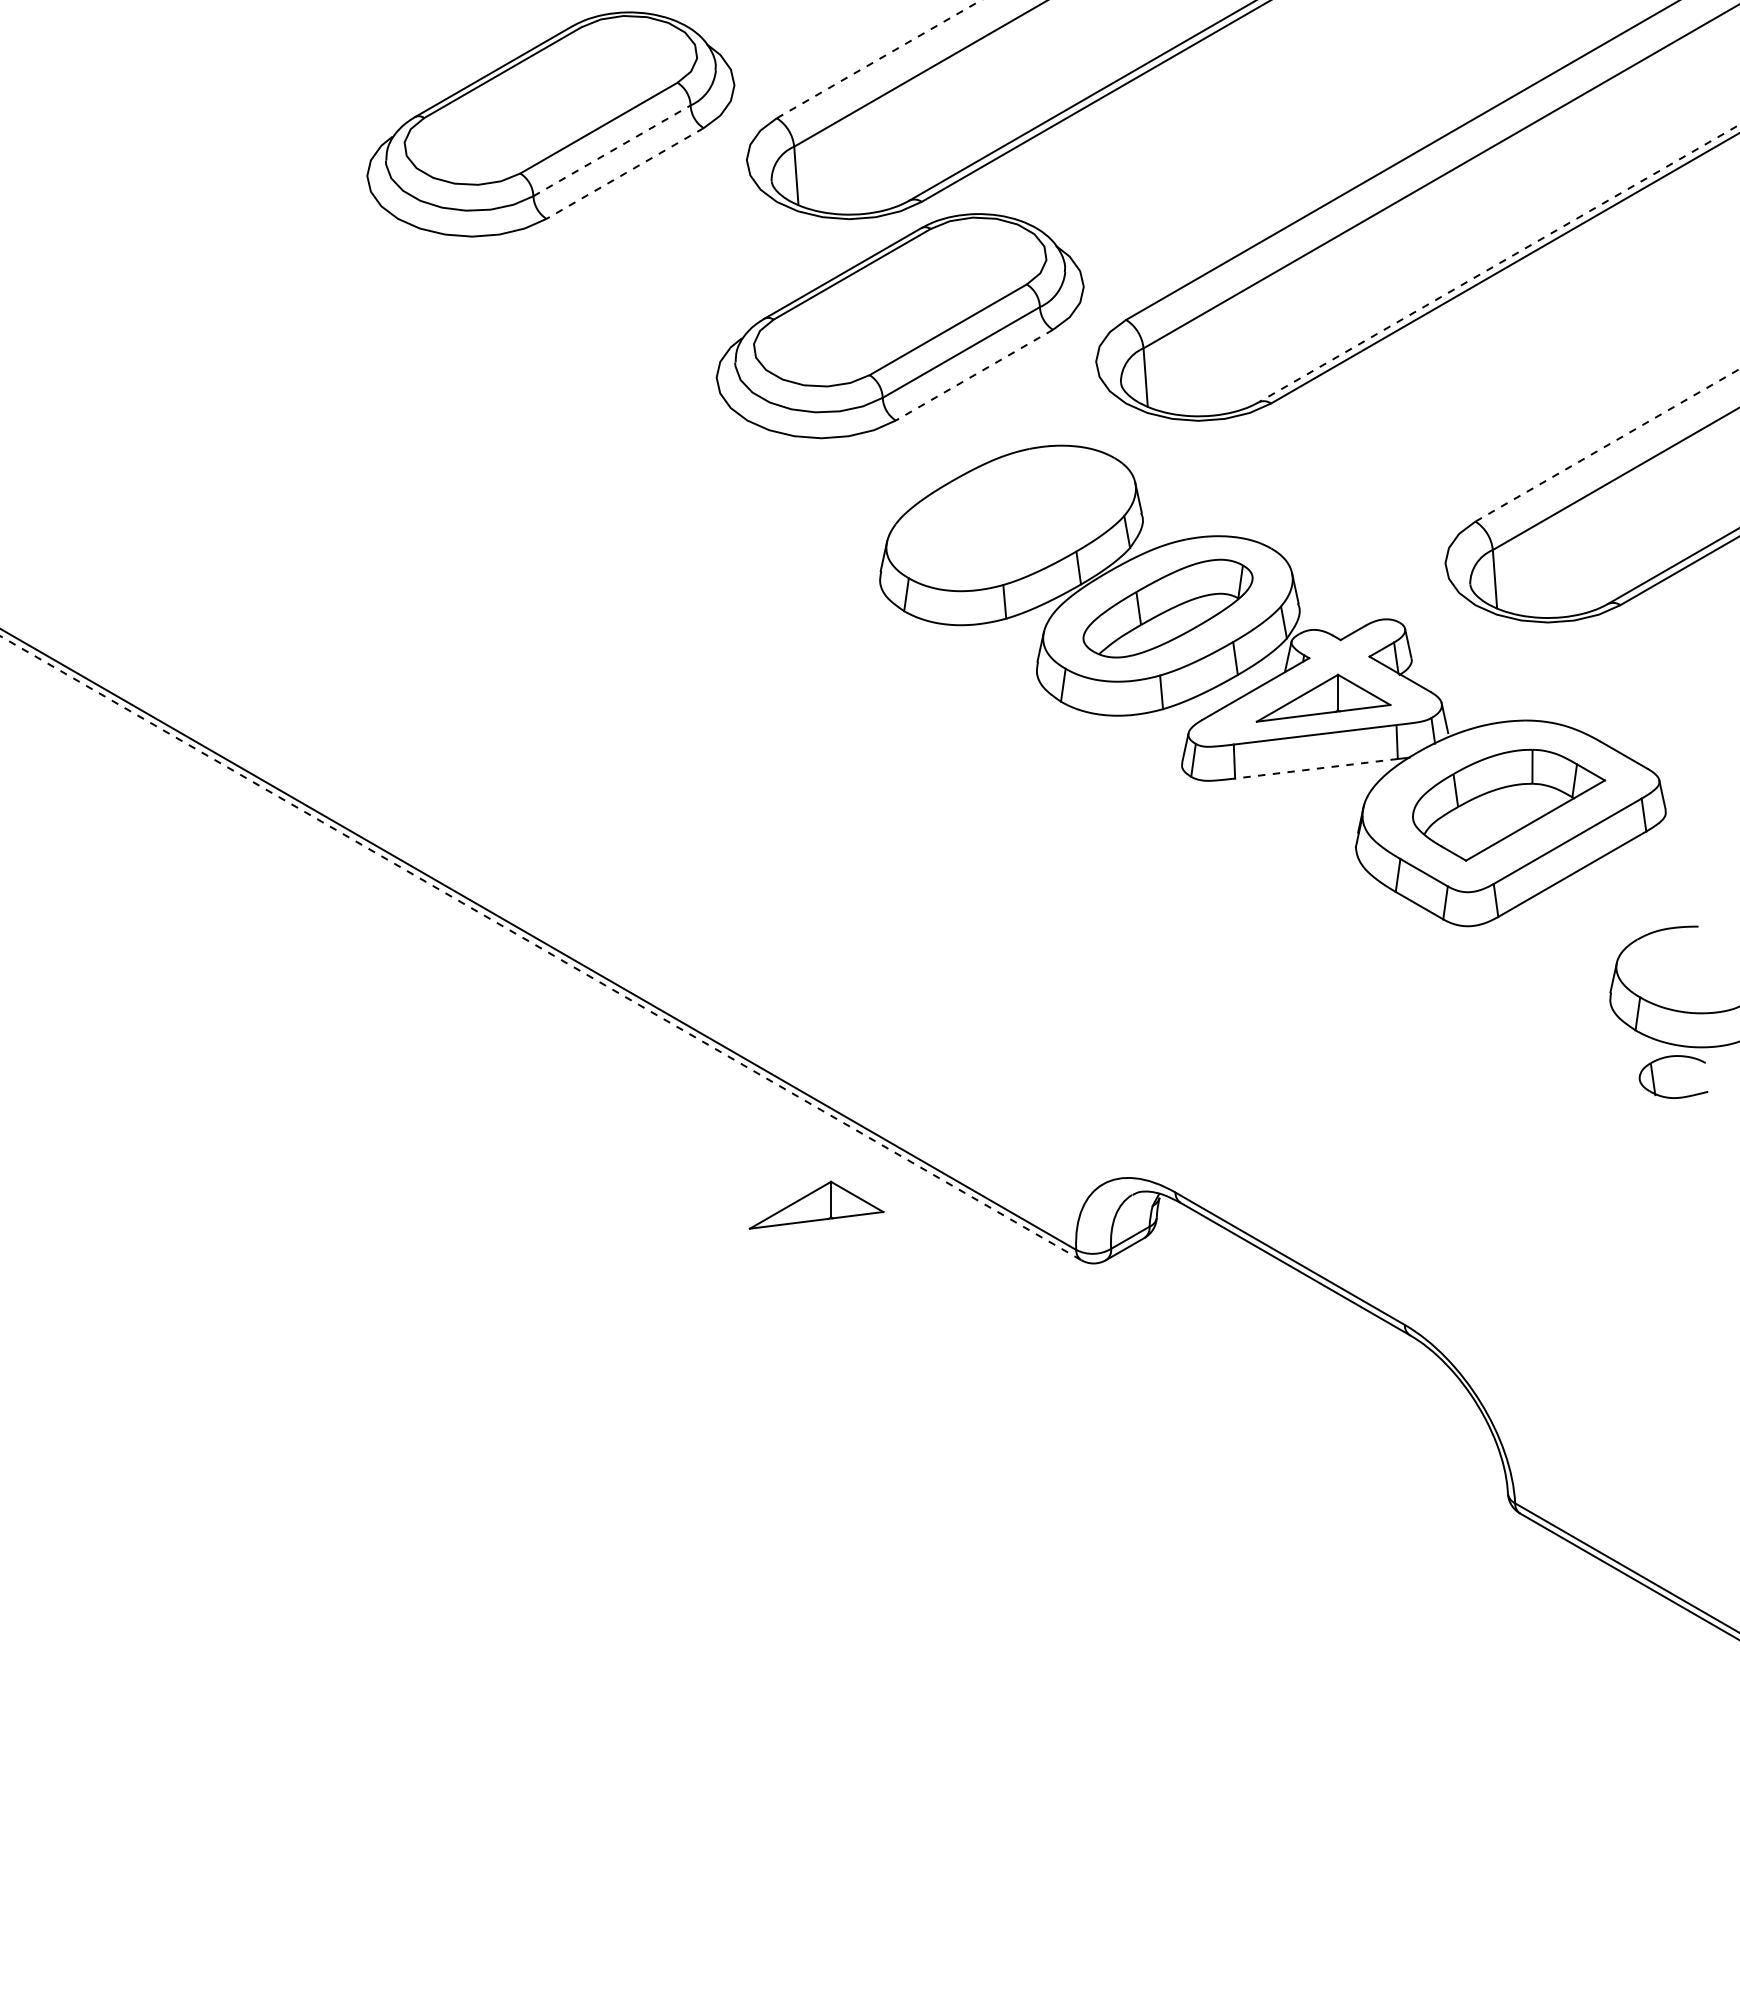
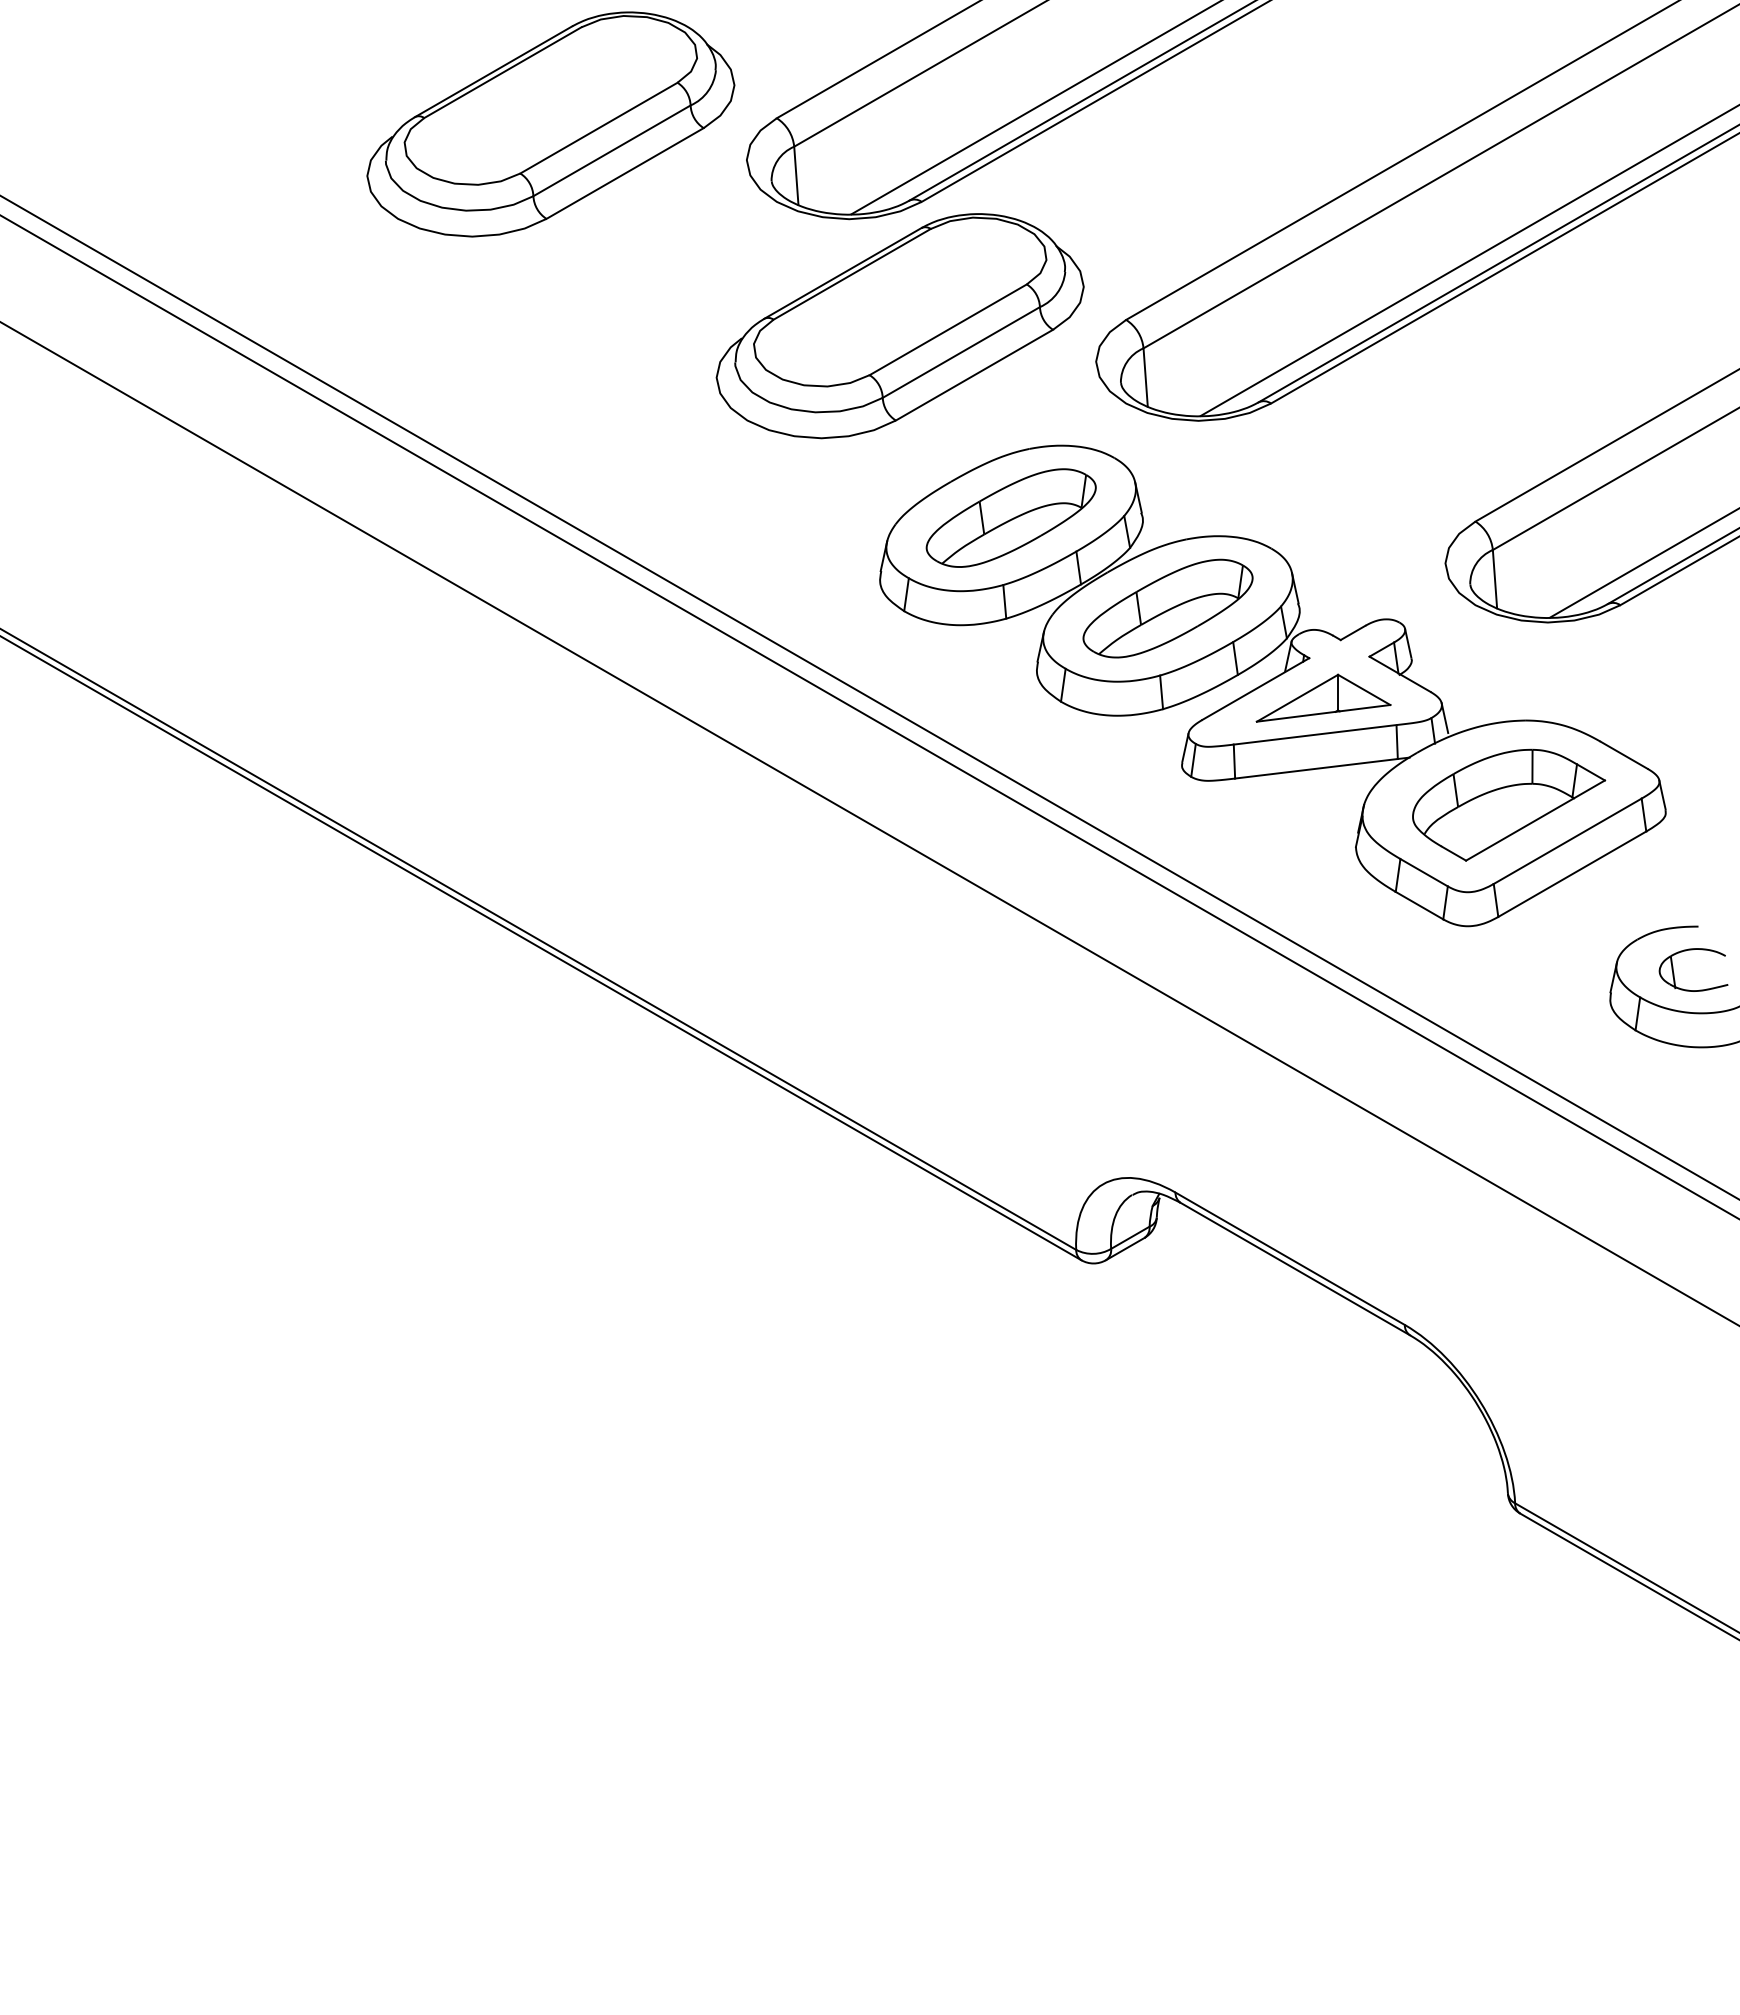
line at (879, 59): dashed -> solid
line at (1034, 108): none -> present
line at (612, 150): dashed -> solid
line at (625, 173): dashed -> solid
line at (1468, 260): none -> present
line at (1498, 263): dashed -> solid
line at (974, 375): dashed -> solid
line at (1607, 445): dashed -> solid
part at (1010, 517): none -> present
line at (1643, 563): none -> present
line at (869, 697): none -> present
line at (869, 716): none -> present
line at (1316, 768): dashed -> solid
line at (869, 823): none -> present
line at (541, 948): dashed -> solid
part at (1673, 1057) position: (1673, 1057) -> (1693, 950)
part at (816, 1204): present -> none
